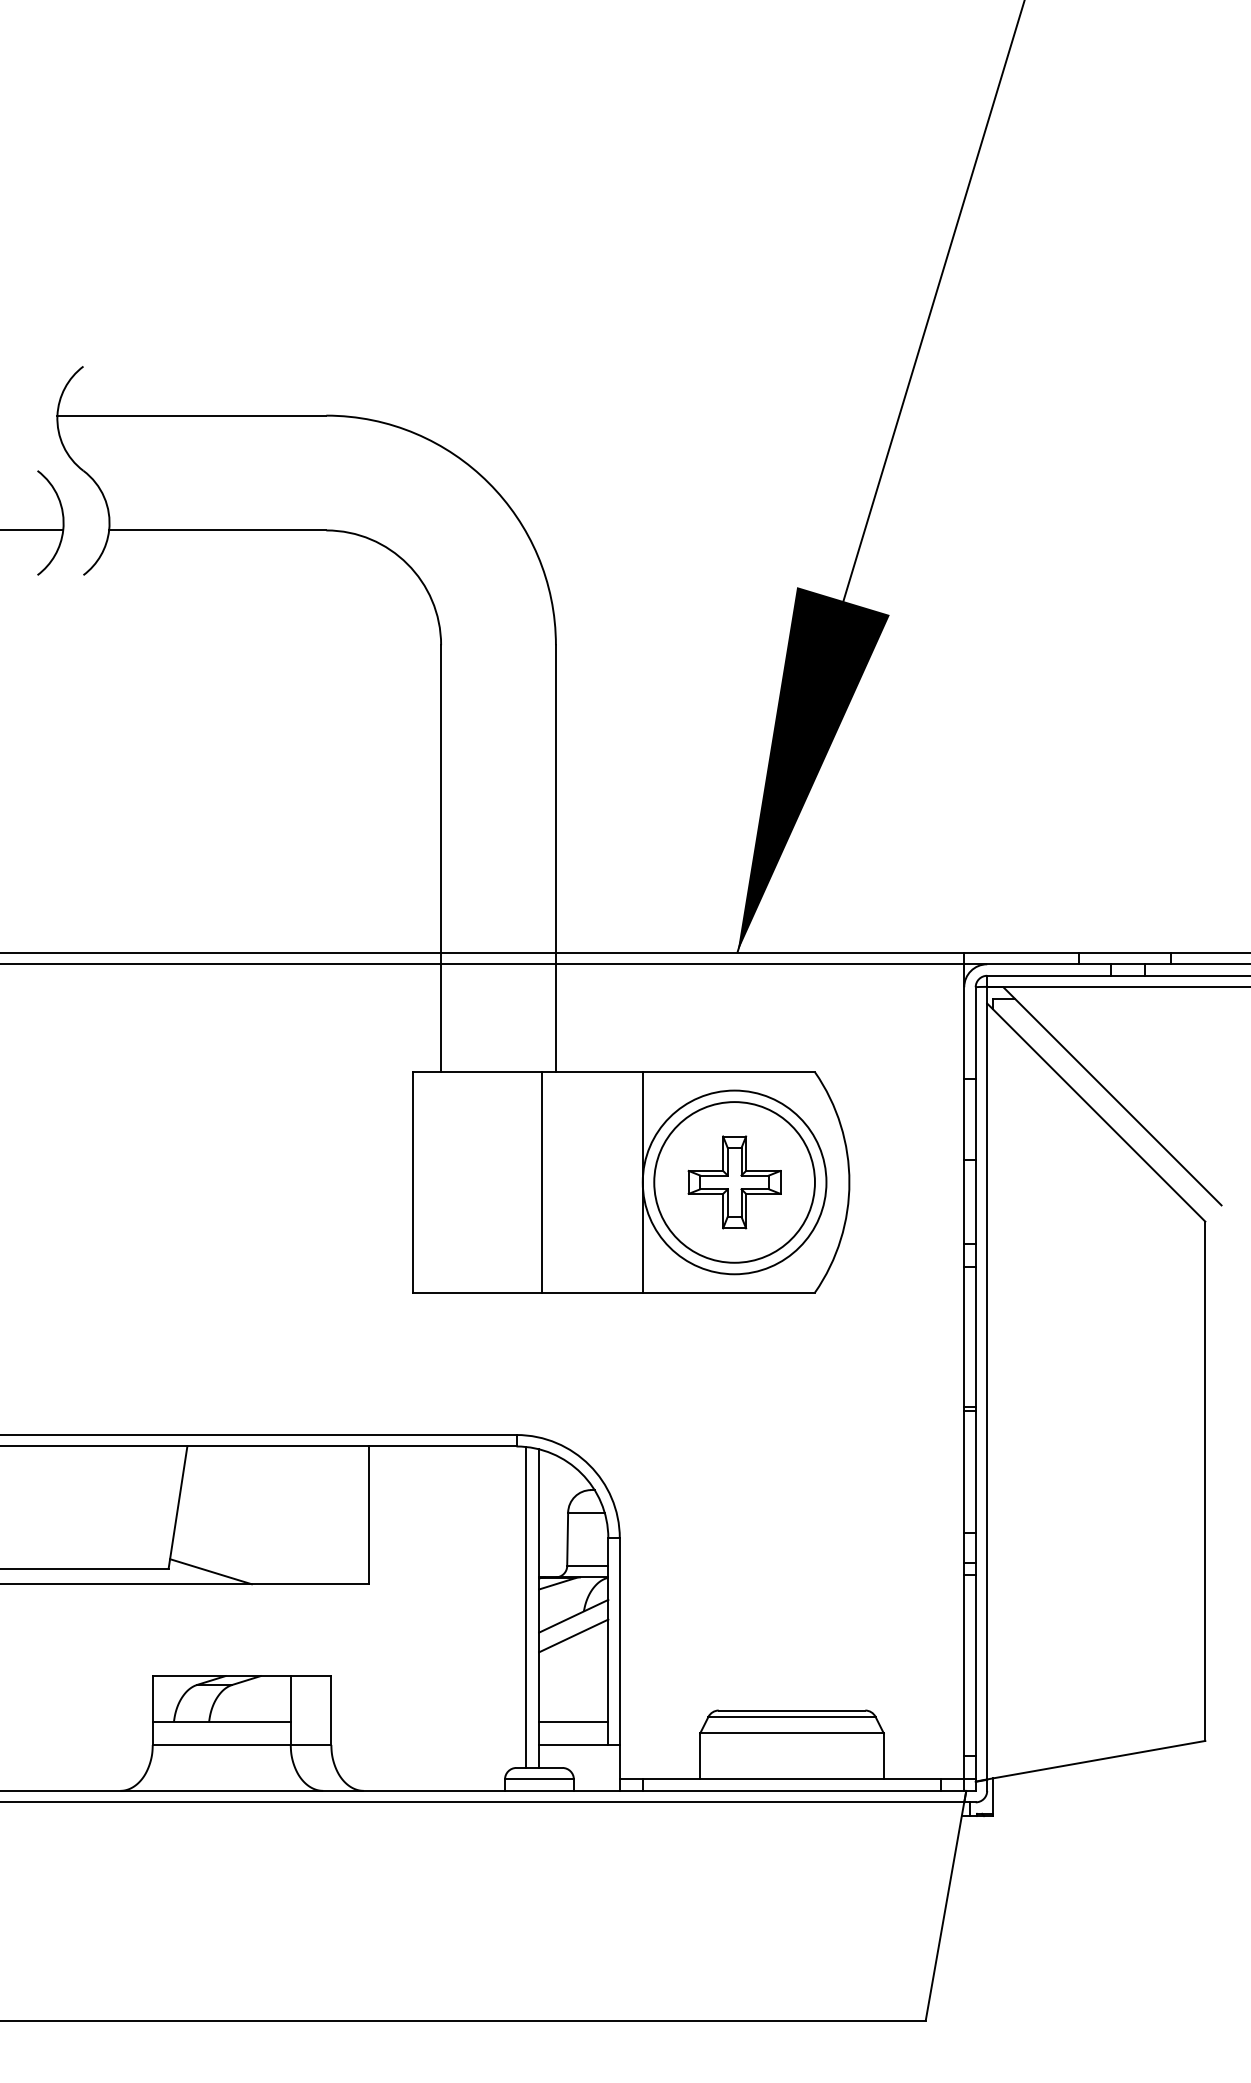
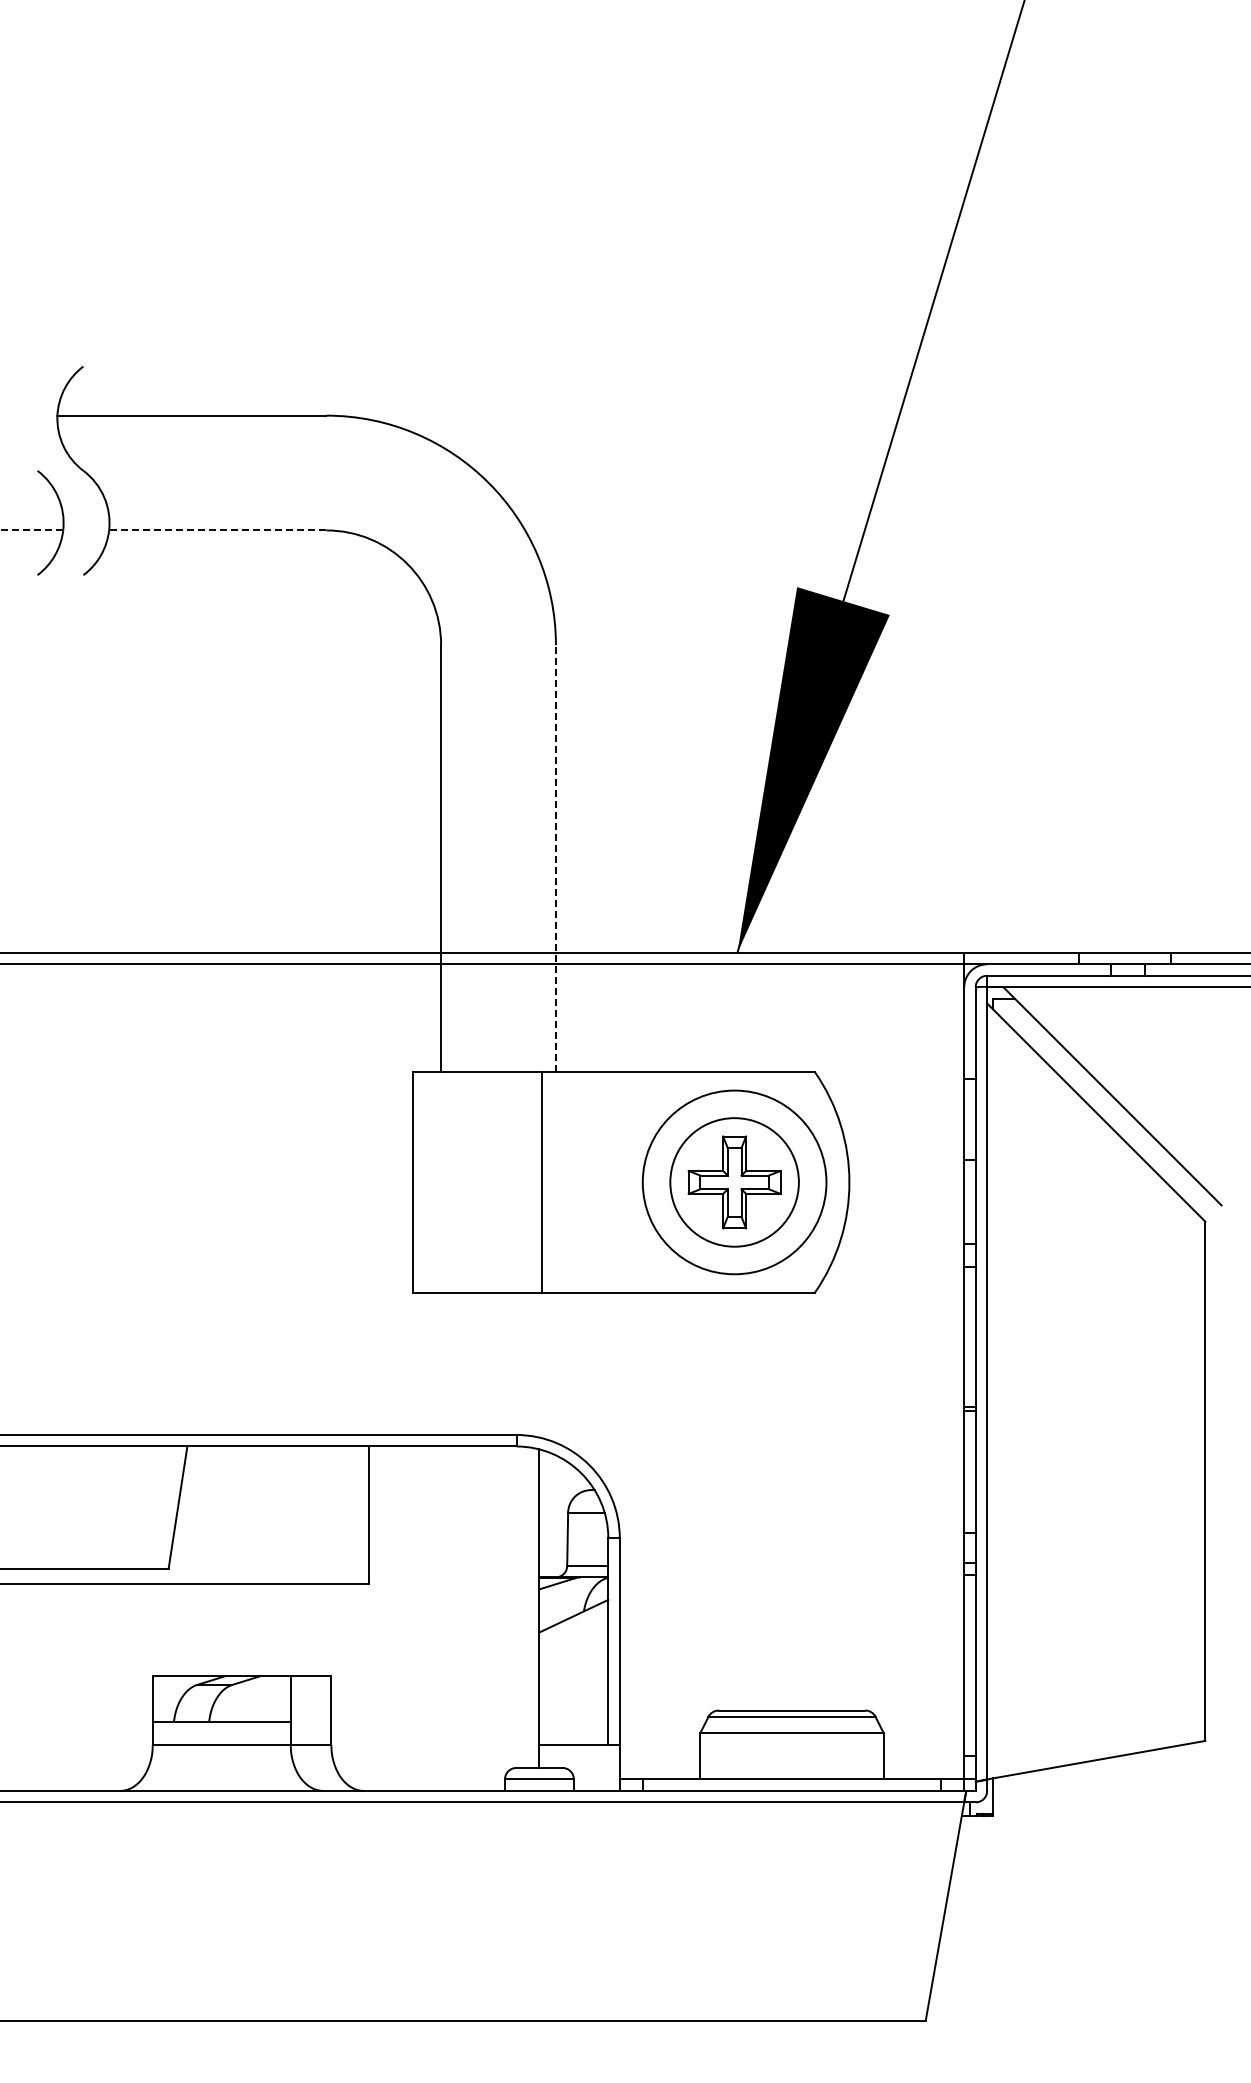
line at (31, 530): solid -> dashed
line at (217, 530): solid -> dashed
line at (555, 858): solid -> dashed
line at (642, 1182): present -> none
circle at (734, 1182) diameter: 161 px -> 129 px
line at (210, 1571): present -> none
line at (525, 1606): present -> none
line at (573, 1635): present -> none
line at (573, 1722): present -> none
